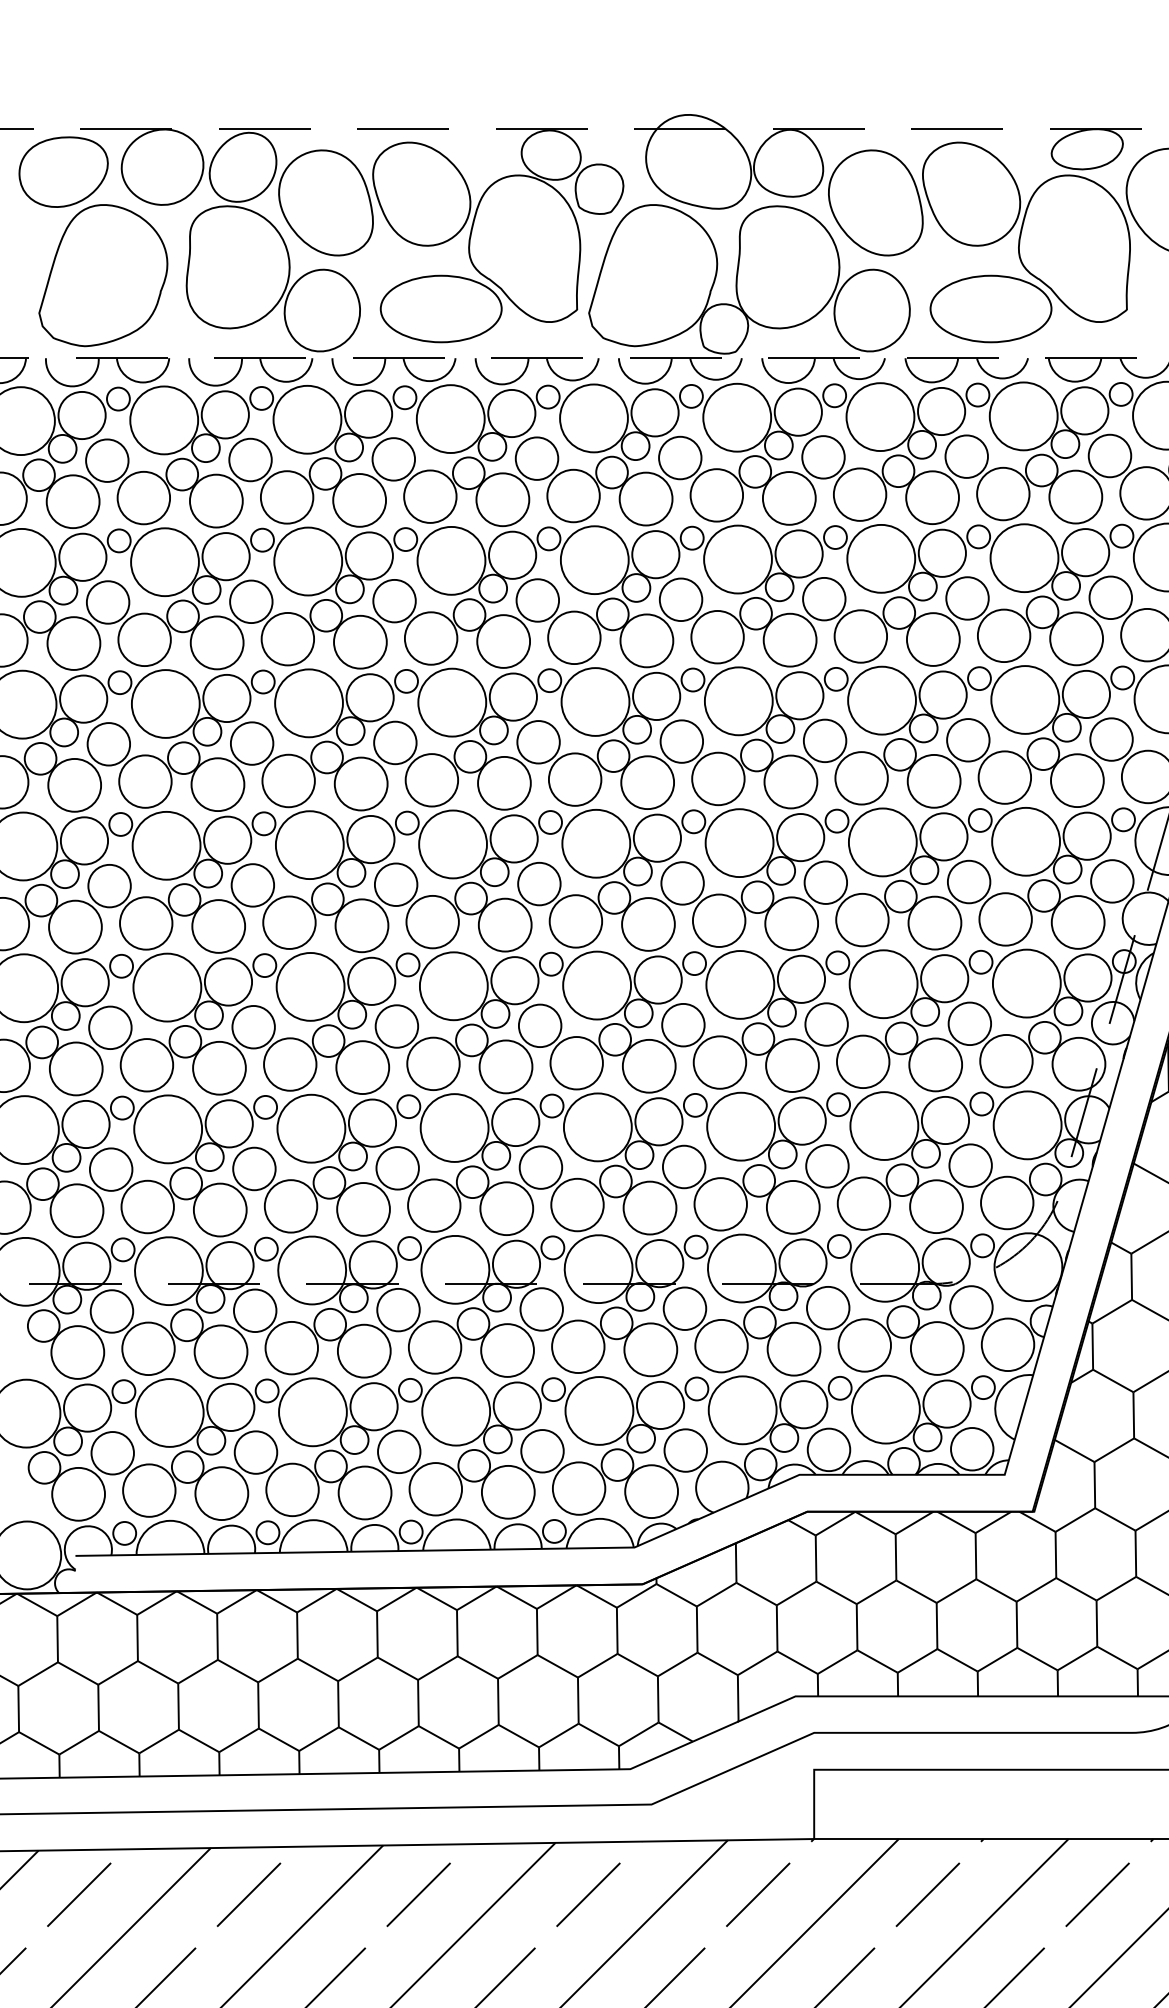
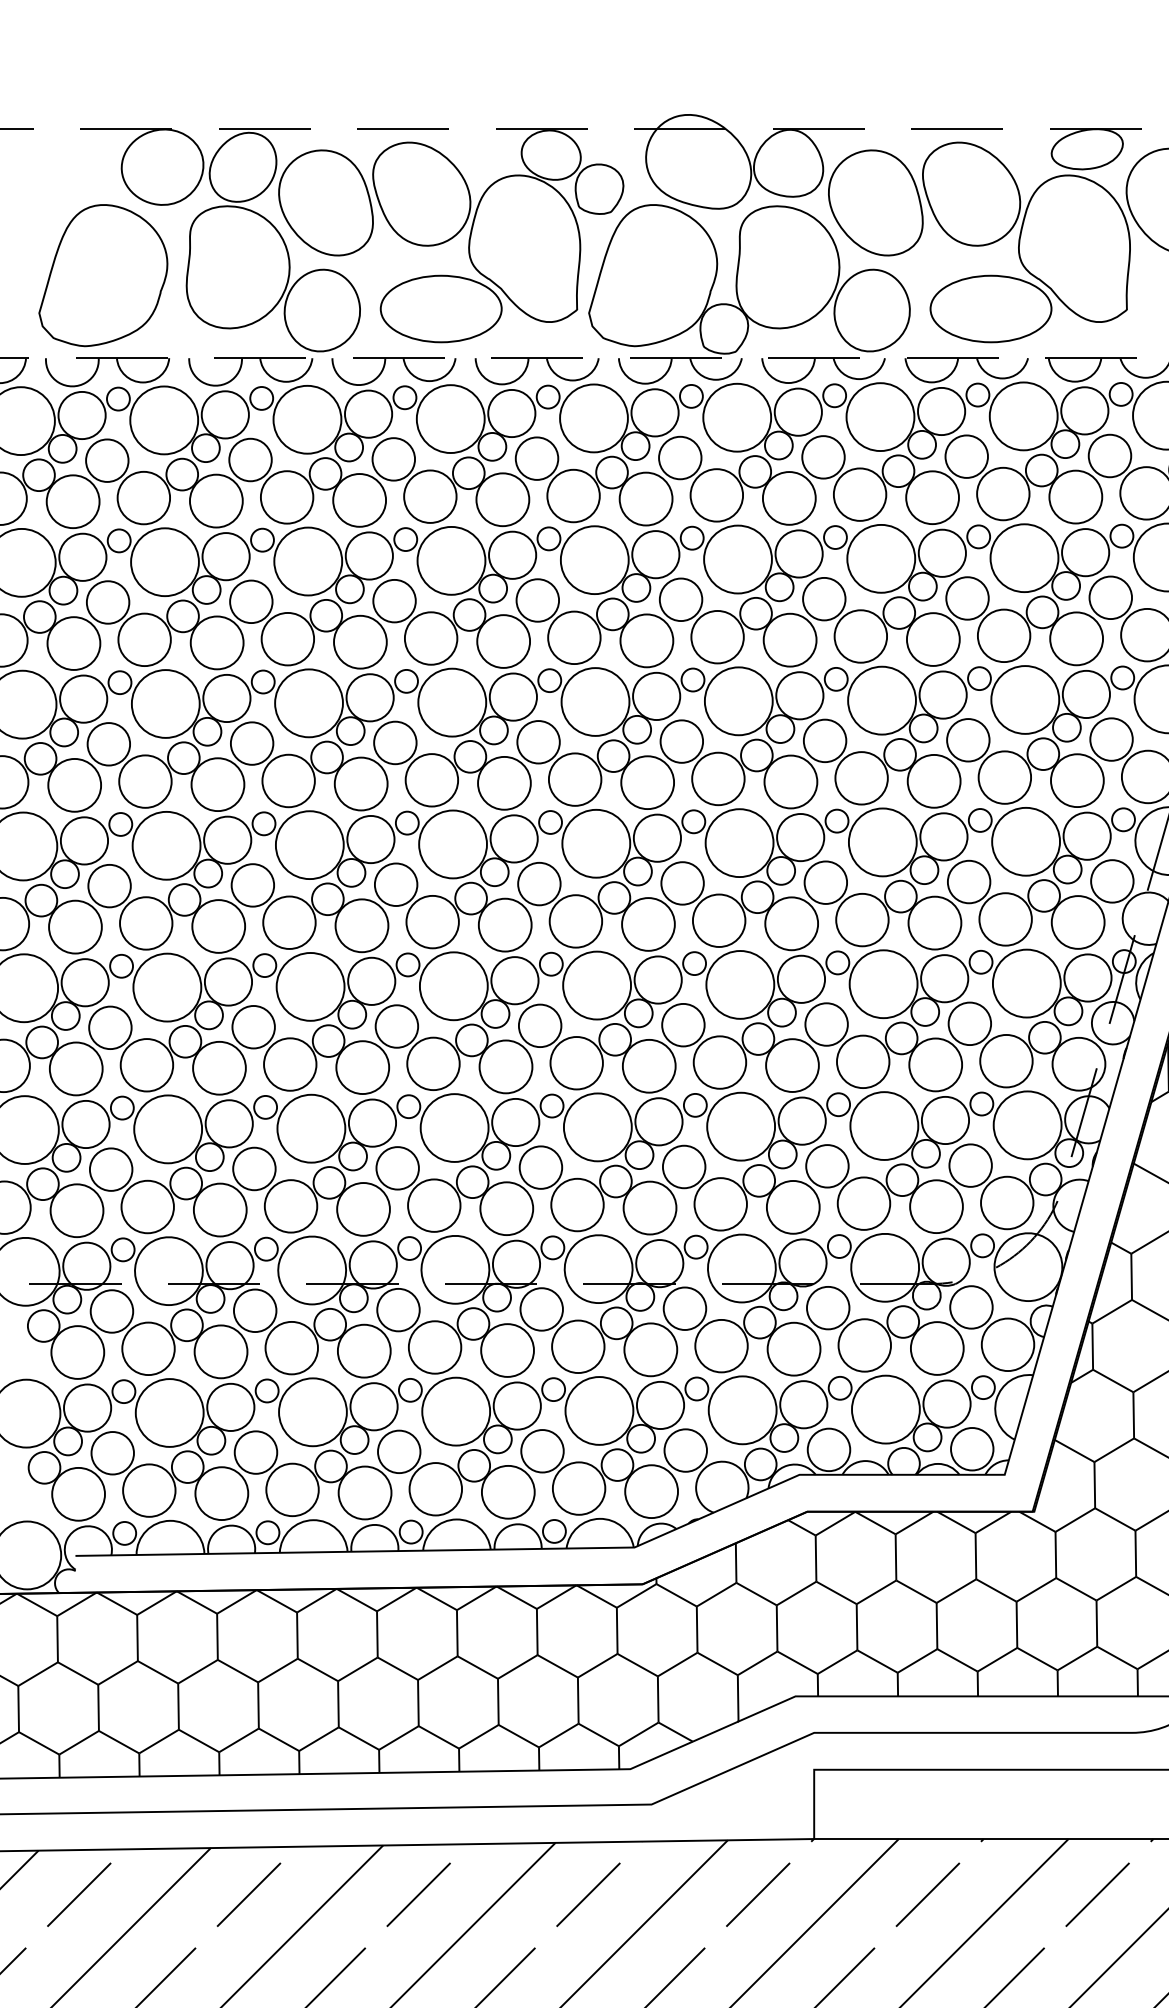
part at (63, 171): present -> none
